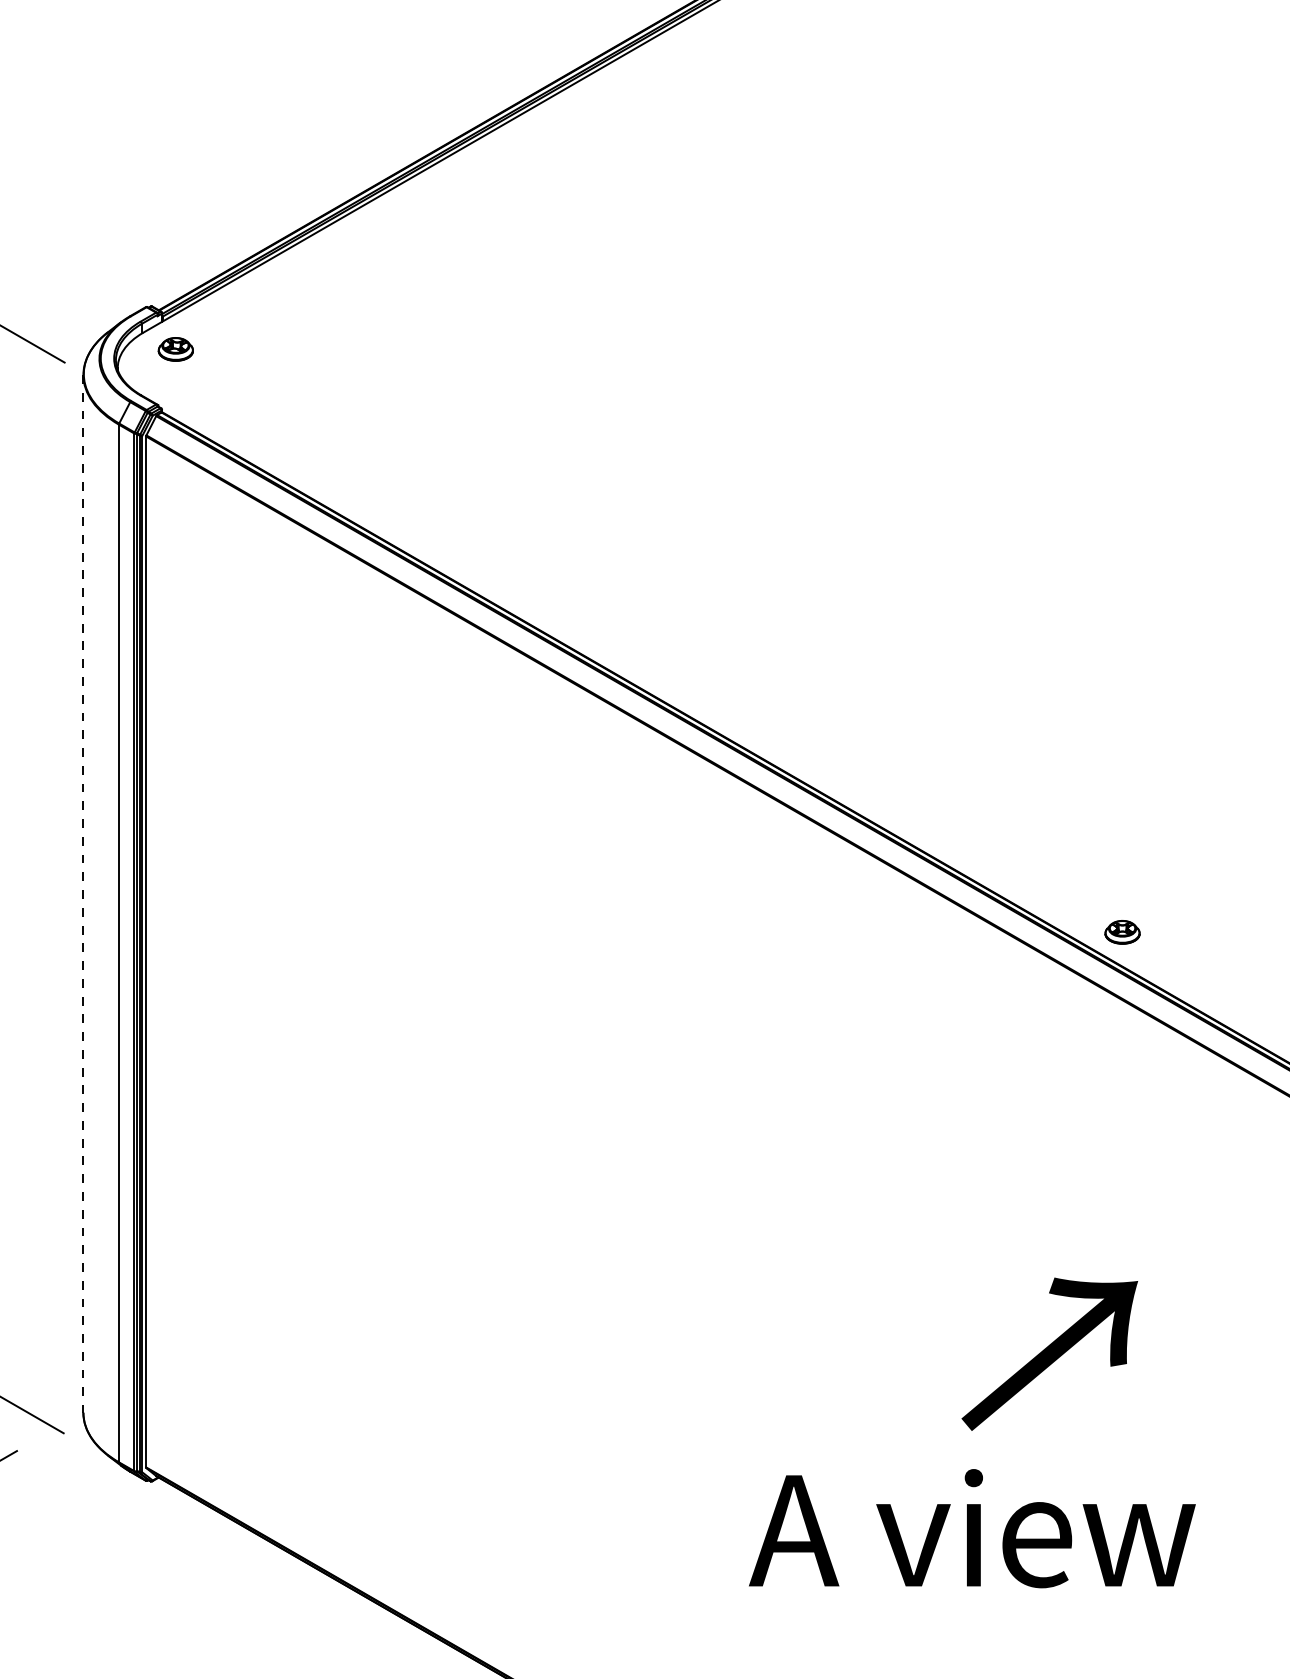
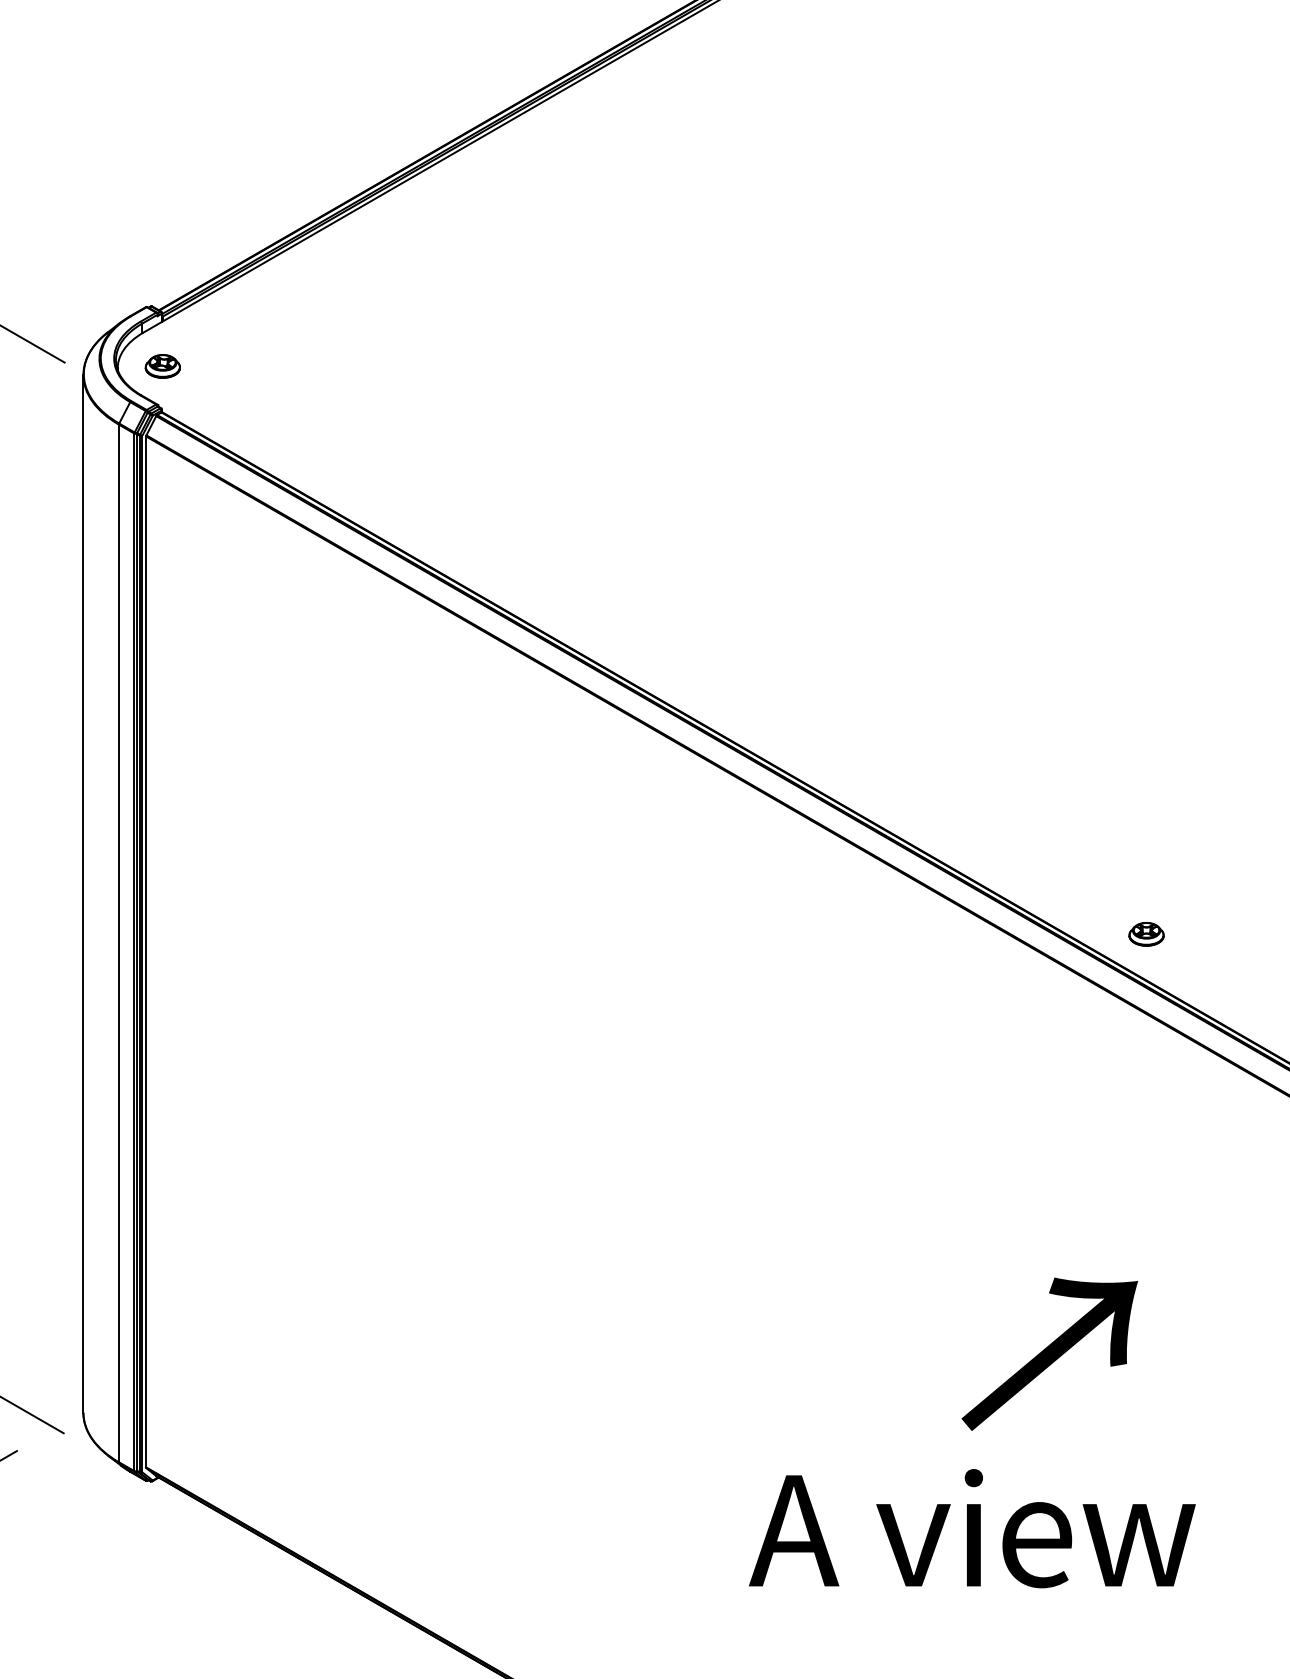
part at (175, 349) position: (175, 349) -> (162, 366)
line at (83, 893): dashed -> solid
part at (1122, 932) position: (1122, 932) -> (1146, 934)
